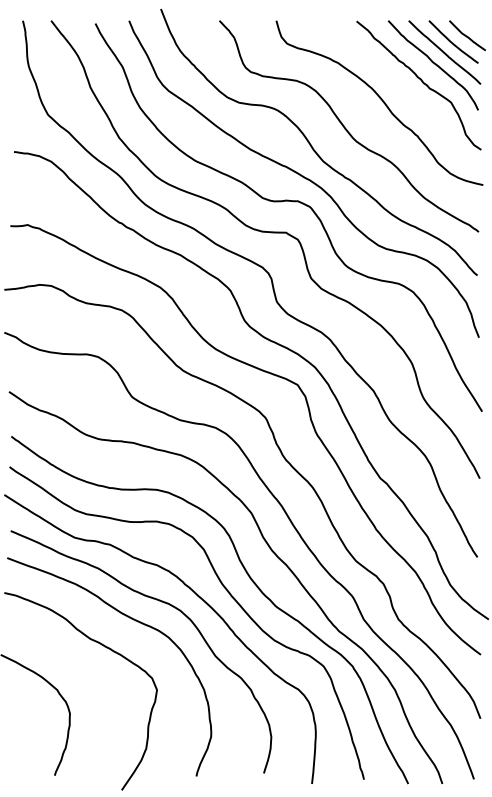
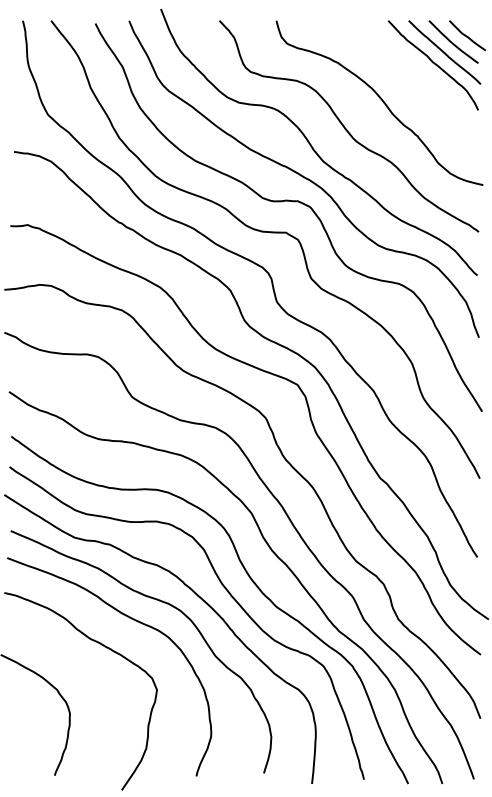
curve at (422, 83): present -> none
